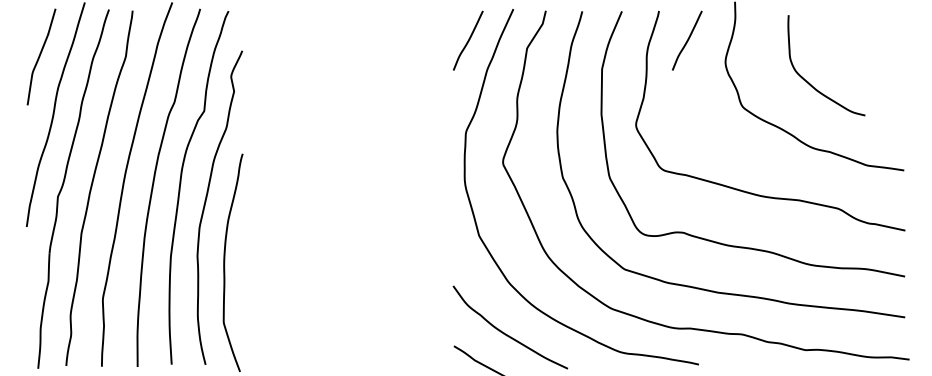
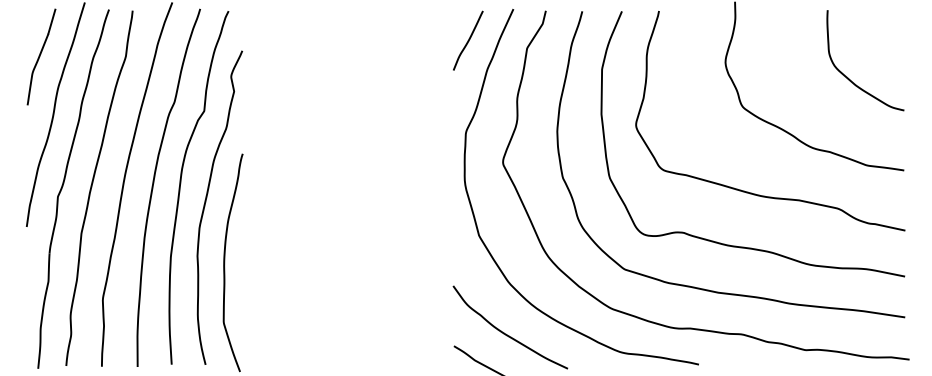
curve at (687, 40): present -> none
curve at (809, 82) position: (809, 82) -> (848, 77)
